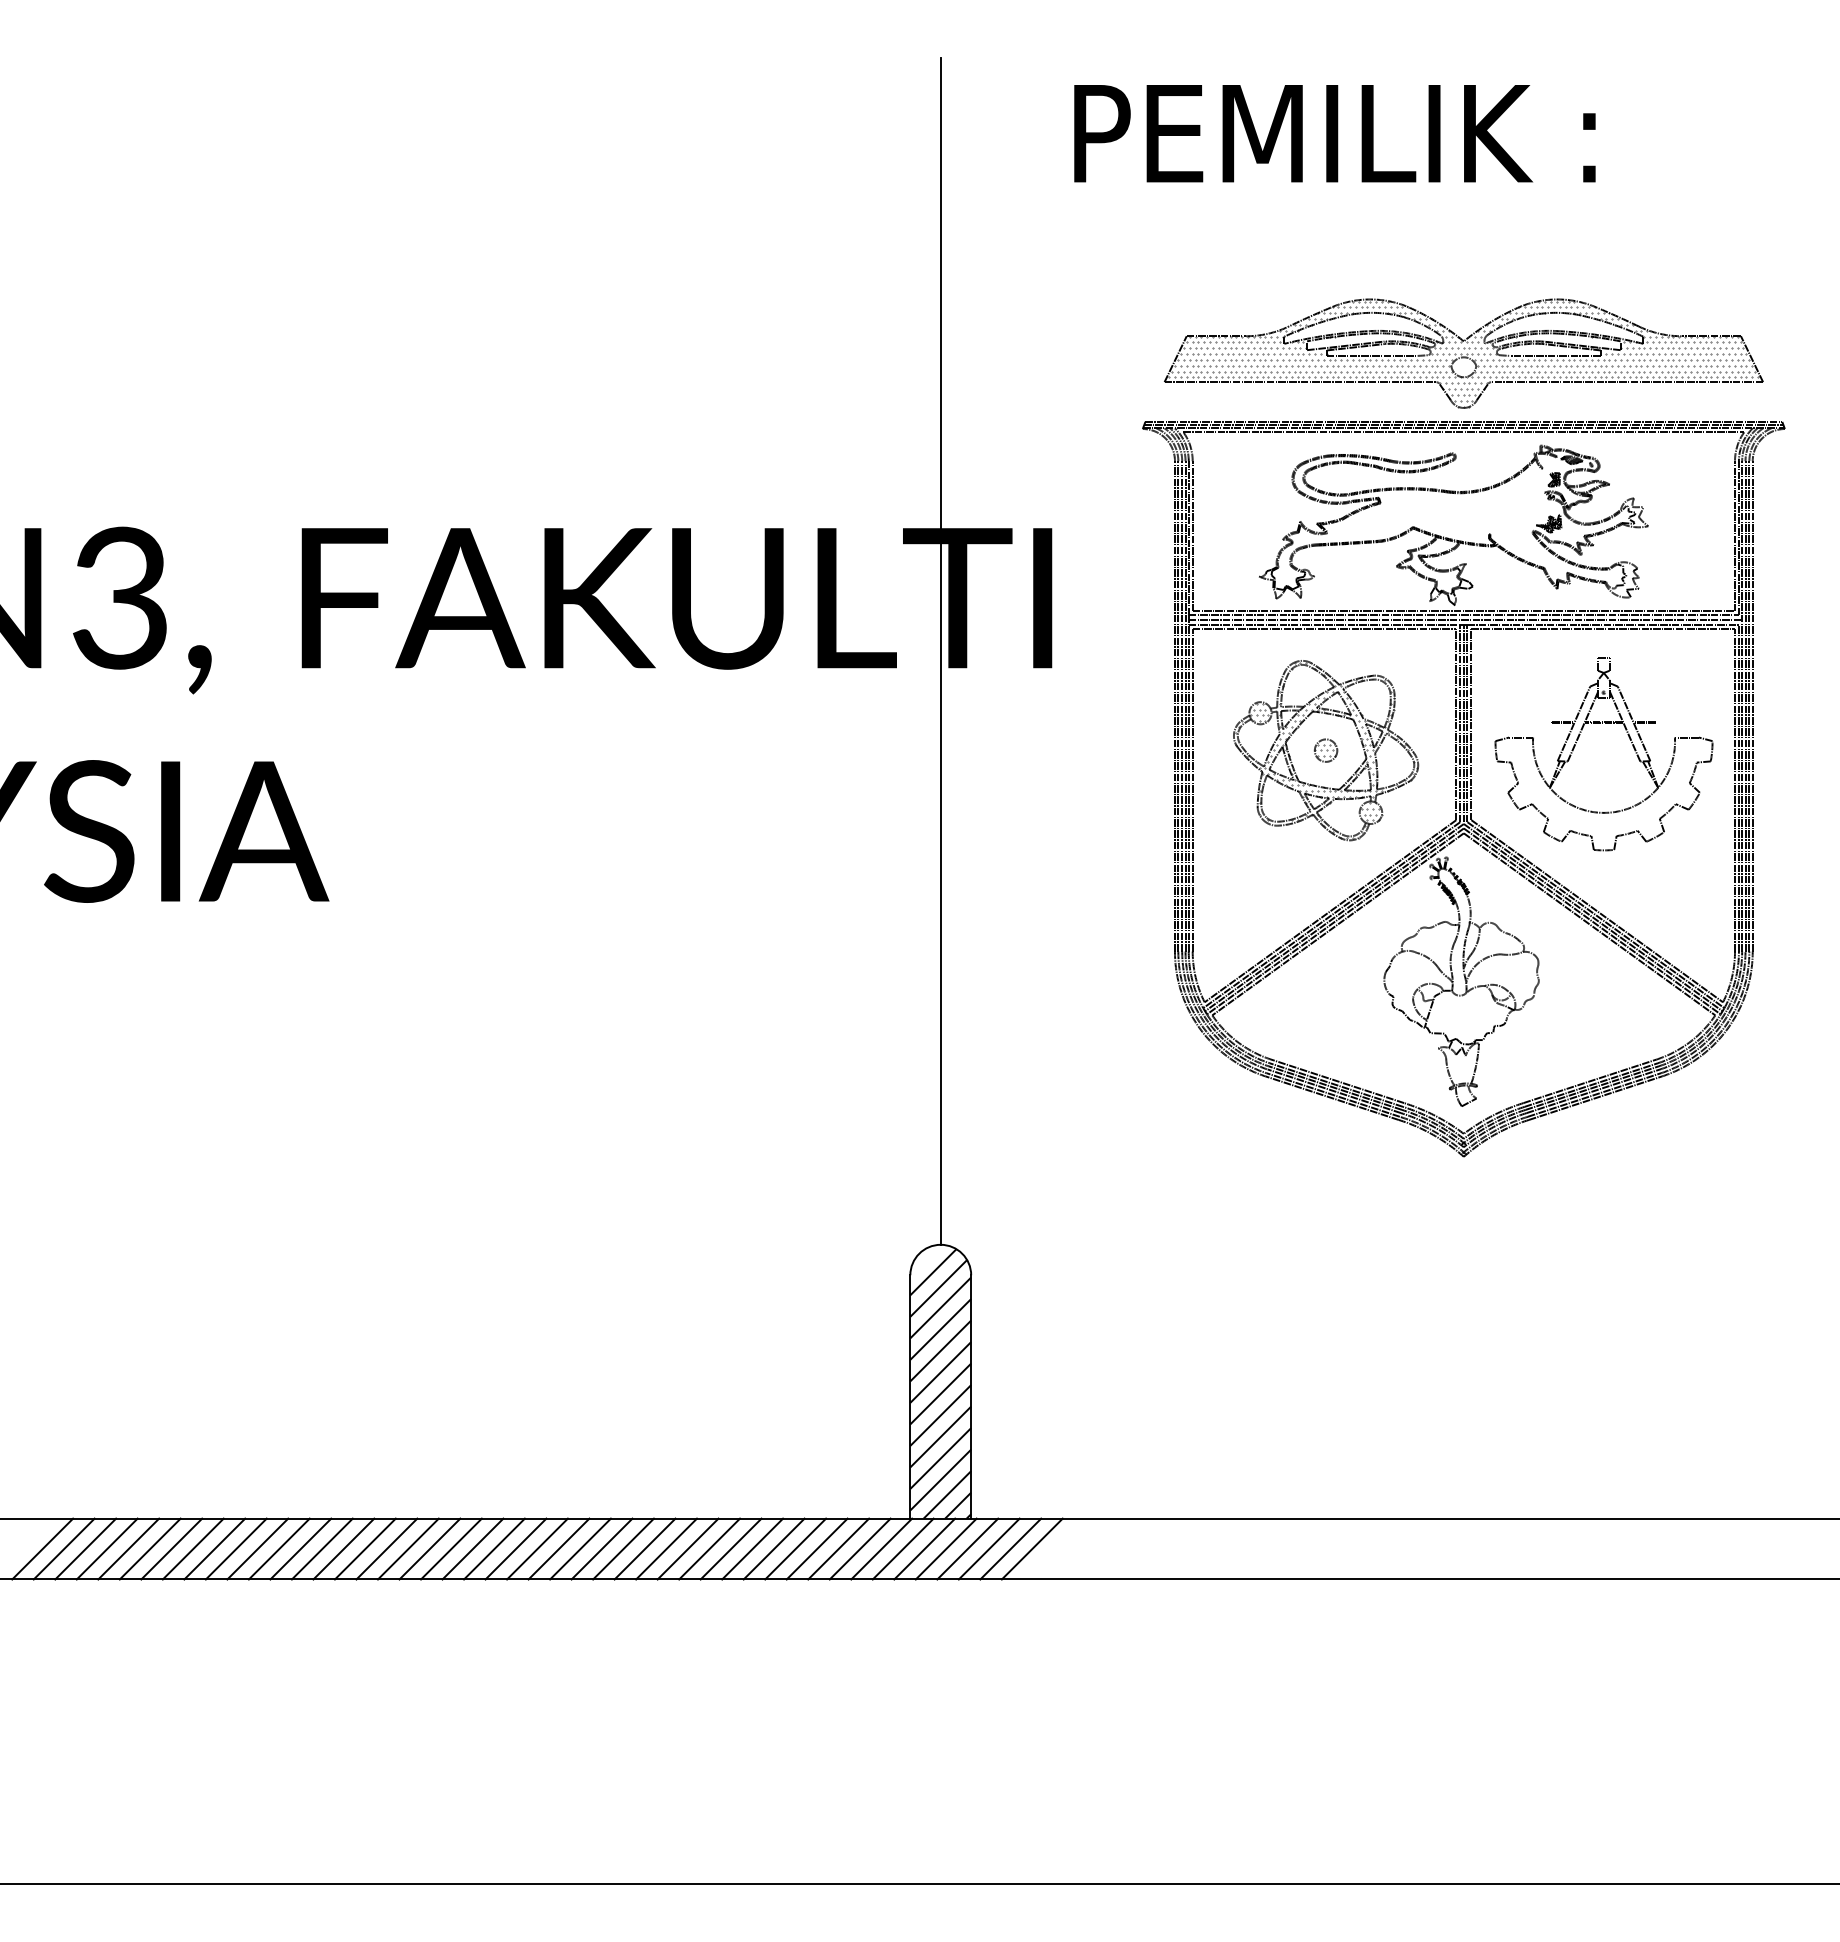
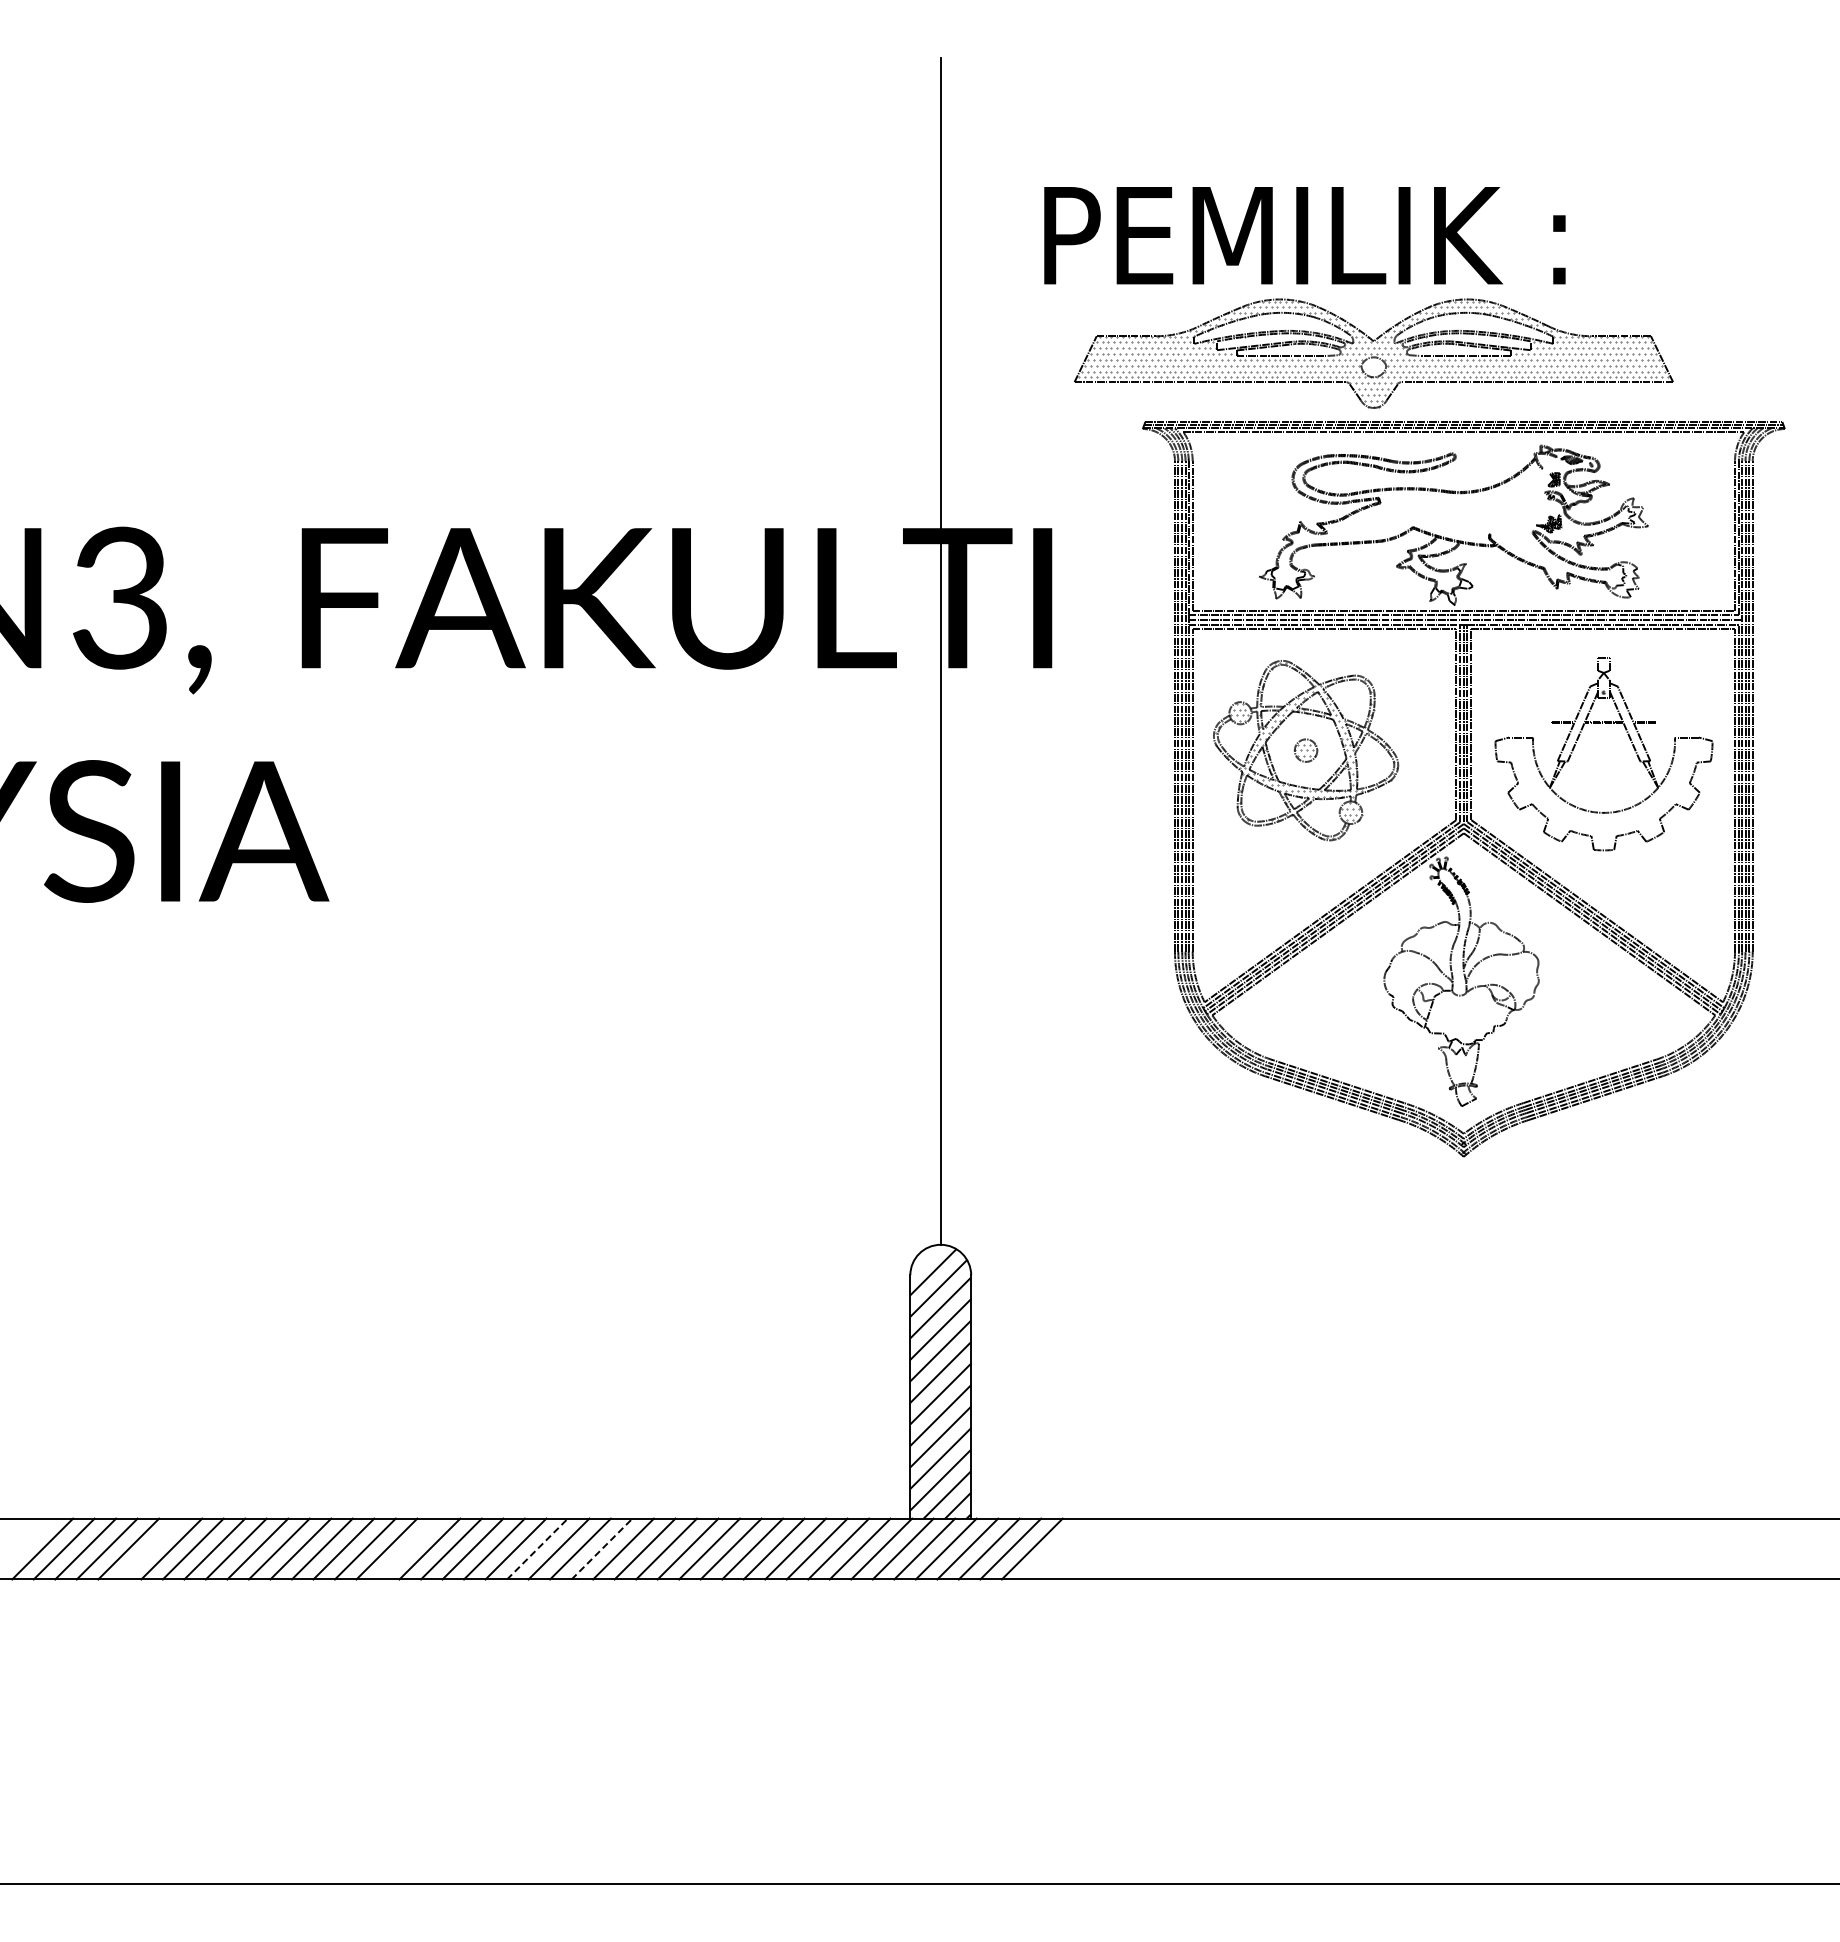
text at (1334, 133) position: (1334, 133) -> (1304, 235)
part at (1463, 353) position: (1463, 353) -> (1373, 353)
part at (1326, 750) position: (1326, 750) -> (1306, 750)
line at (149, 1548): present -> none
line at (407, 1548): present -> none
line at (537, 1548): solid -> dashed
line at (602, 1548): solid -> dashed
